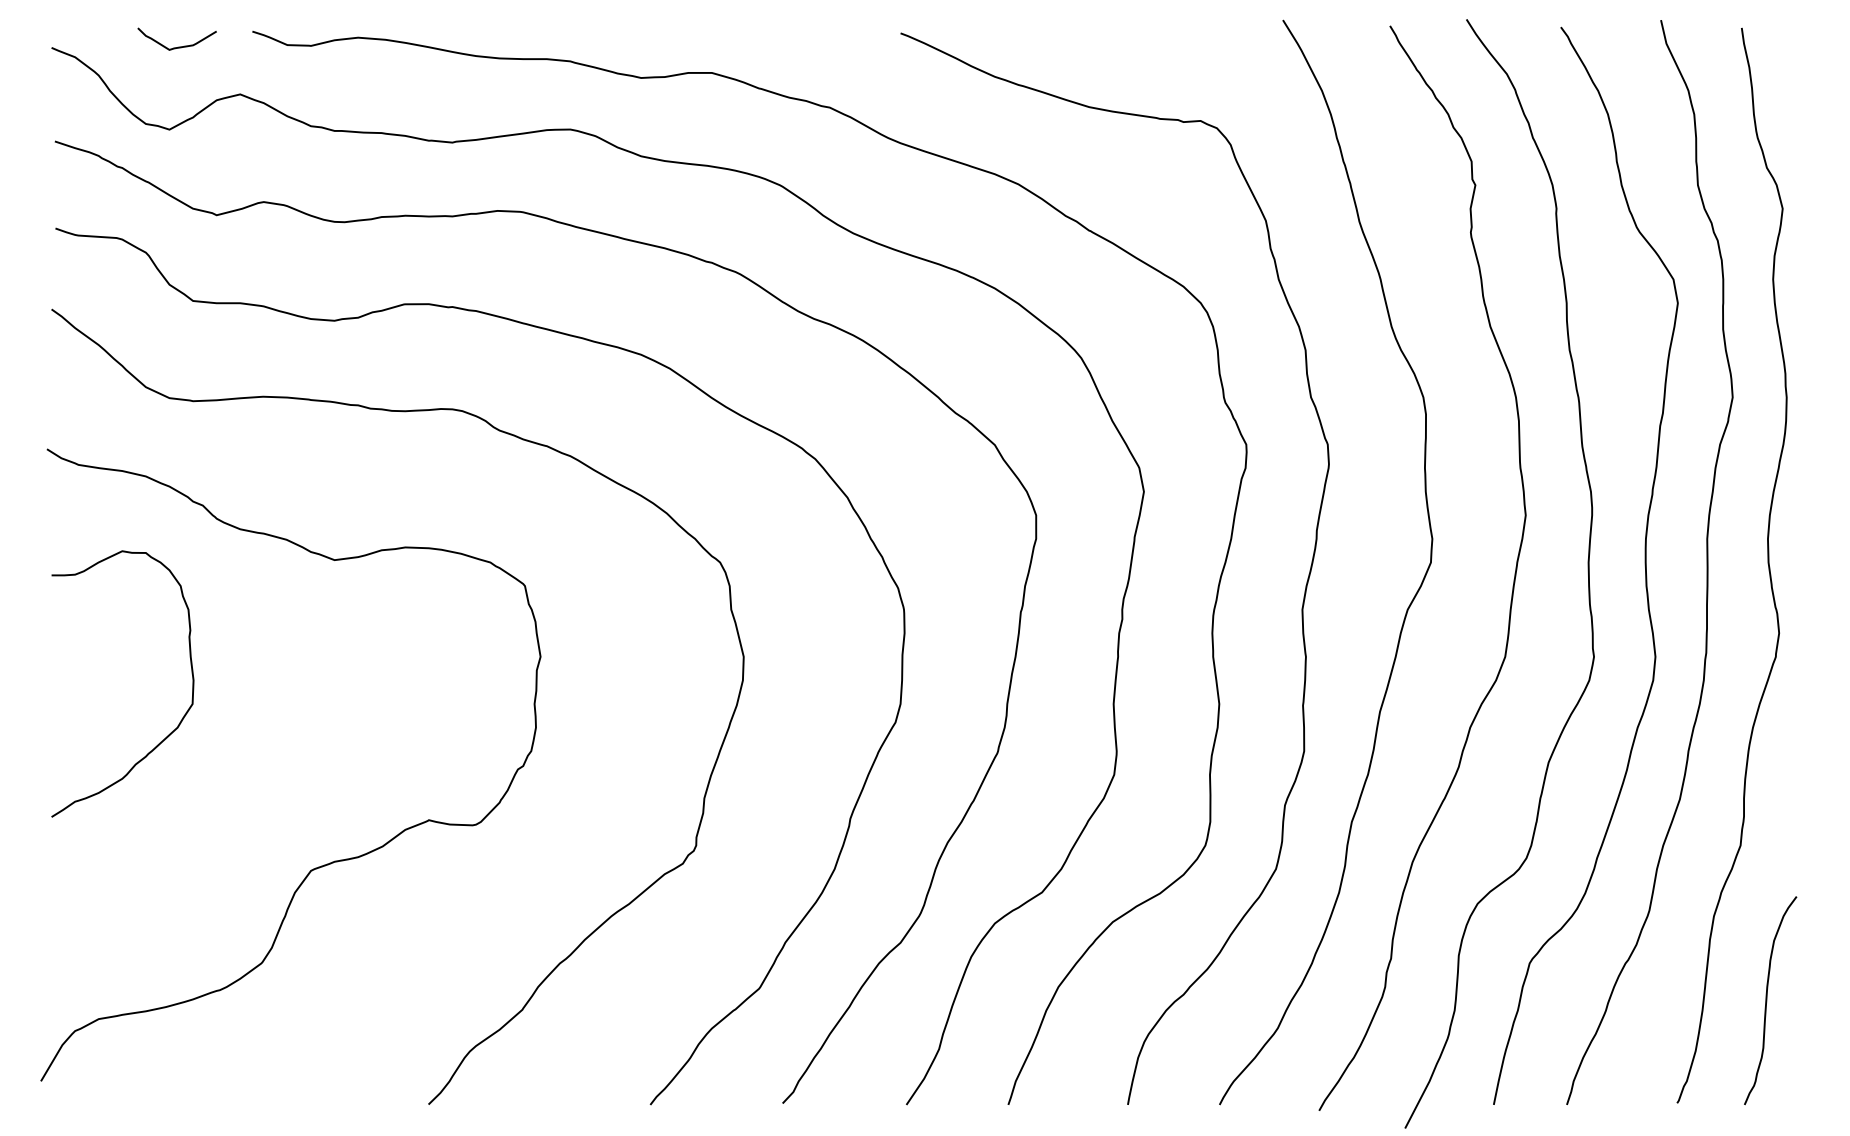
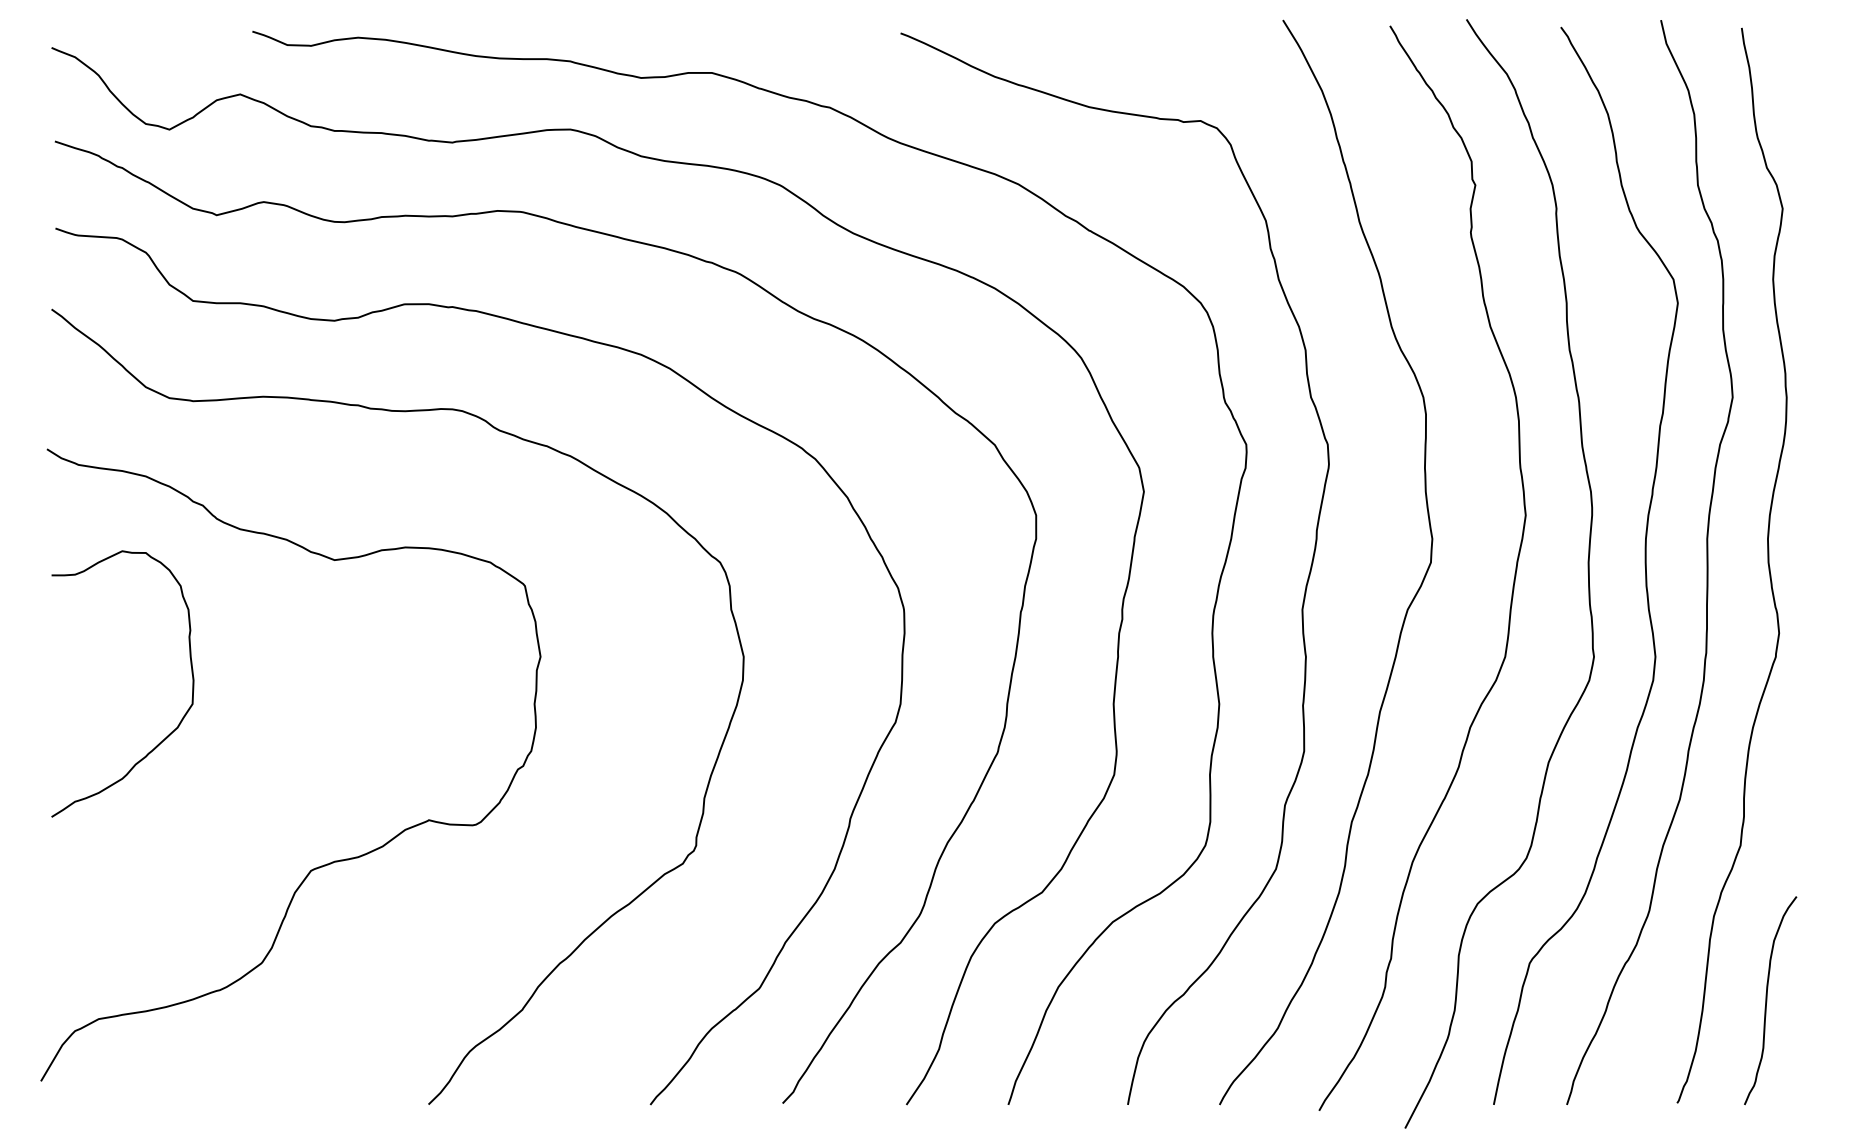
curve at (178, 46): present -> none
